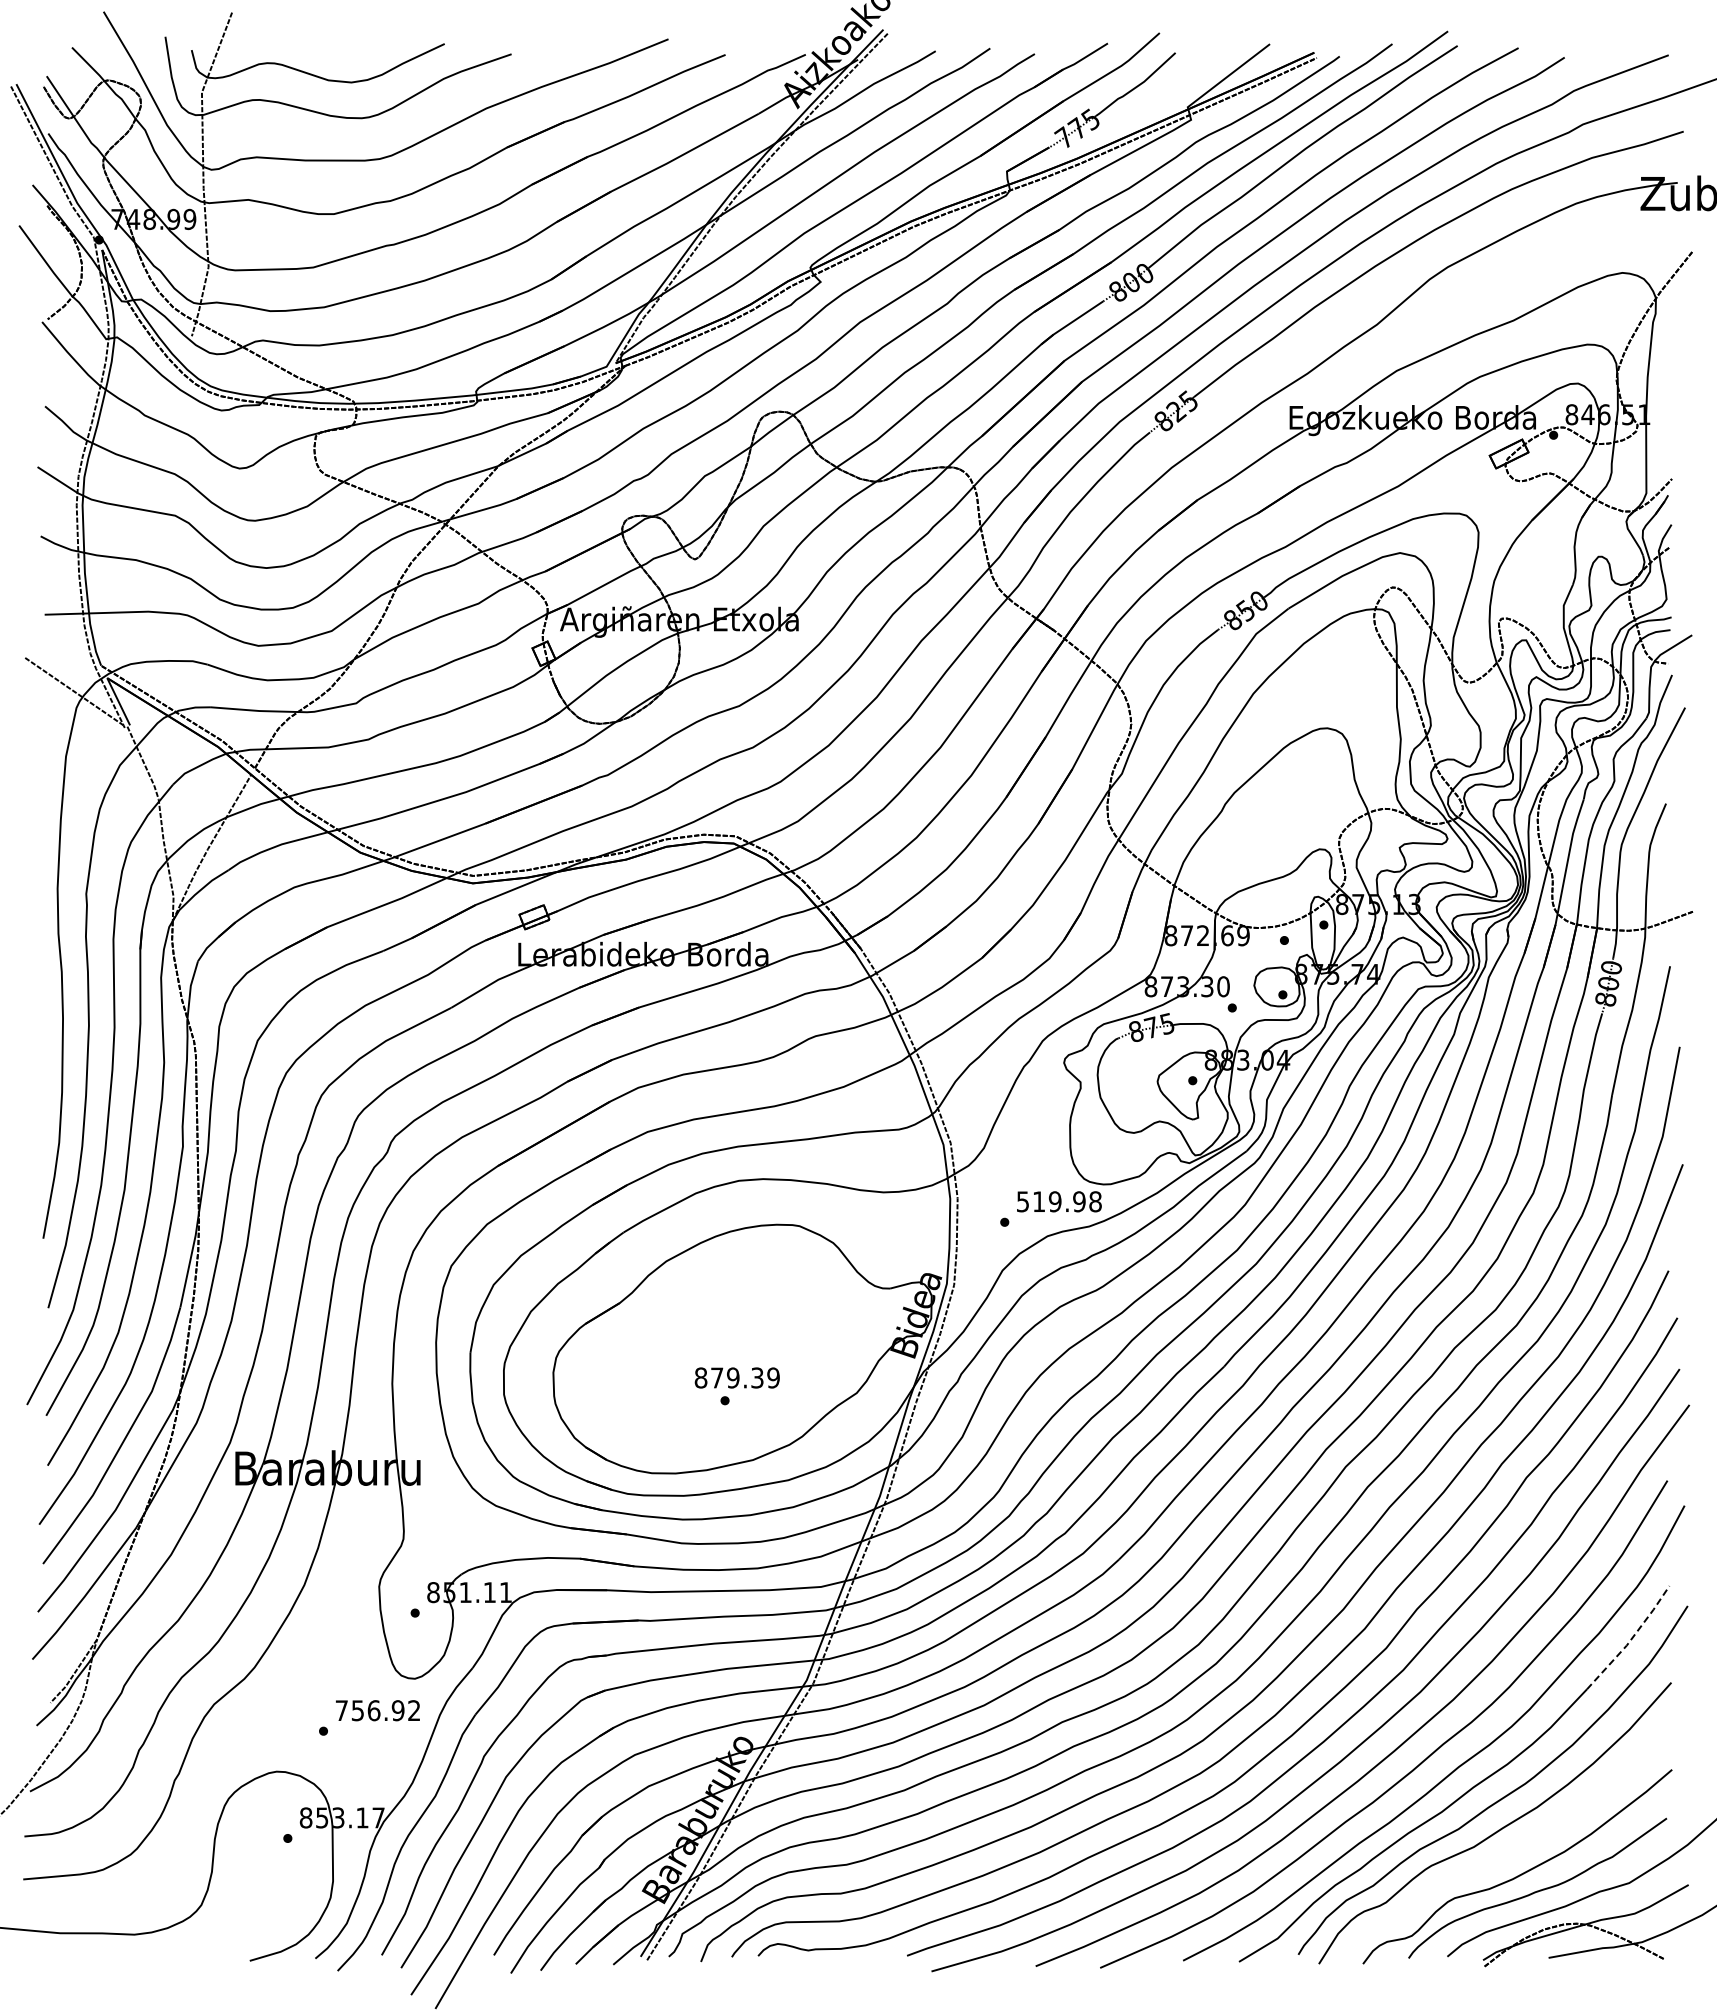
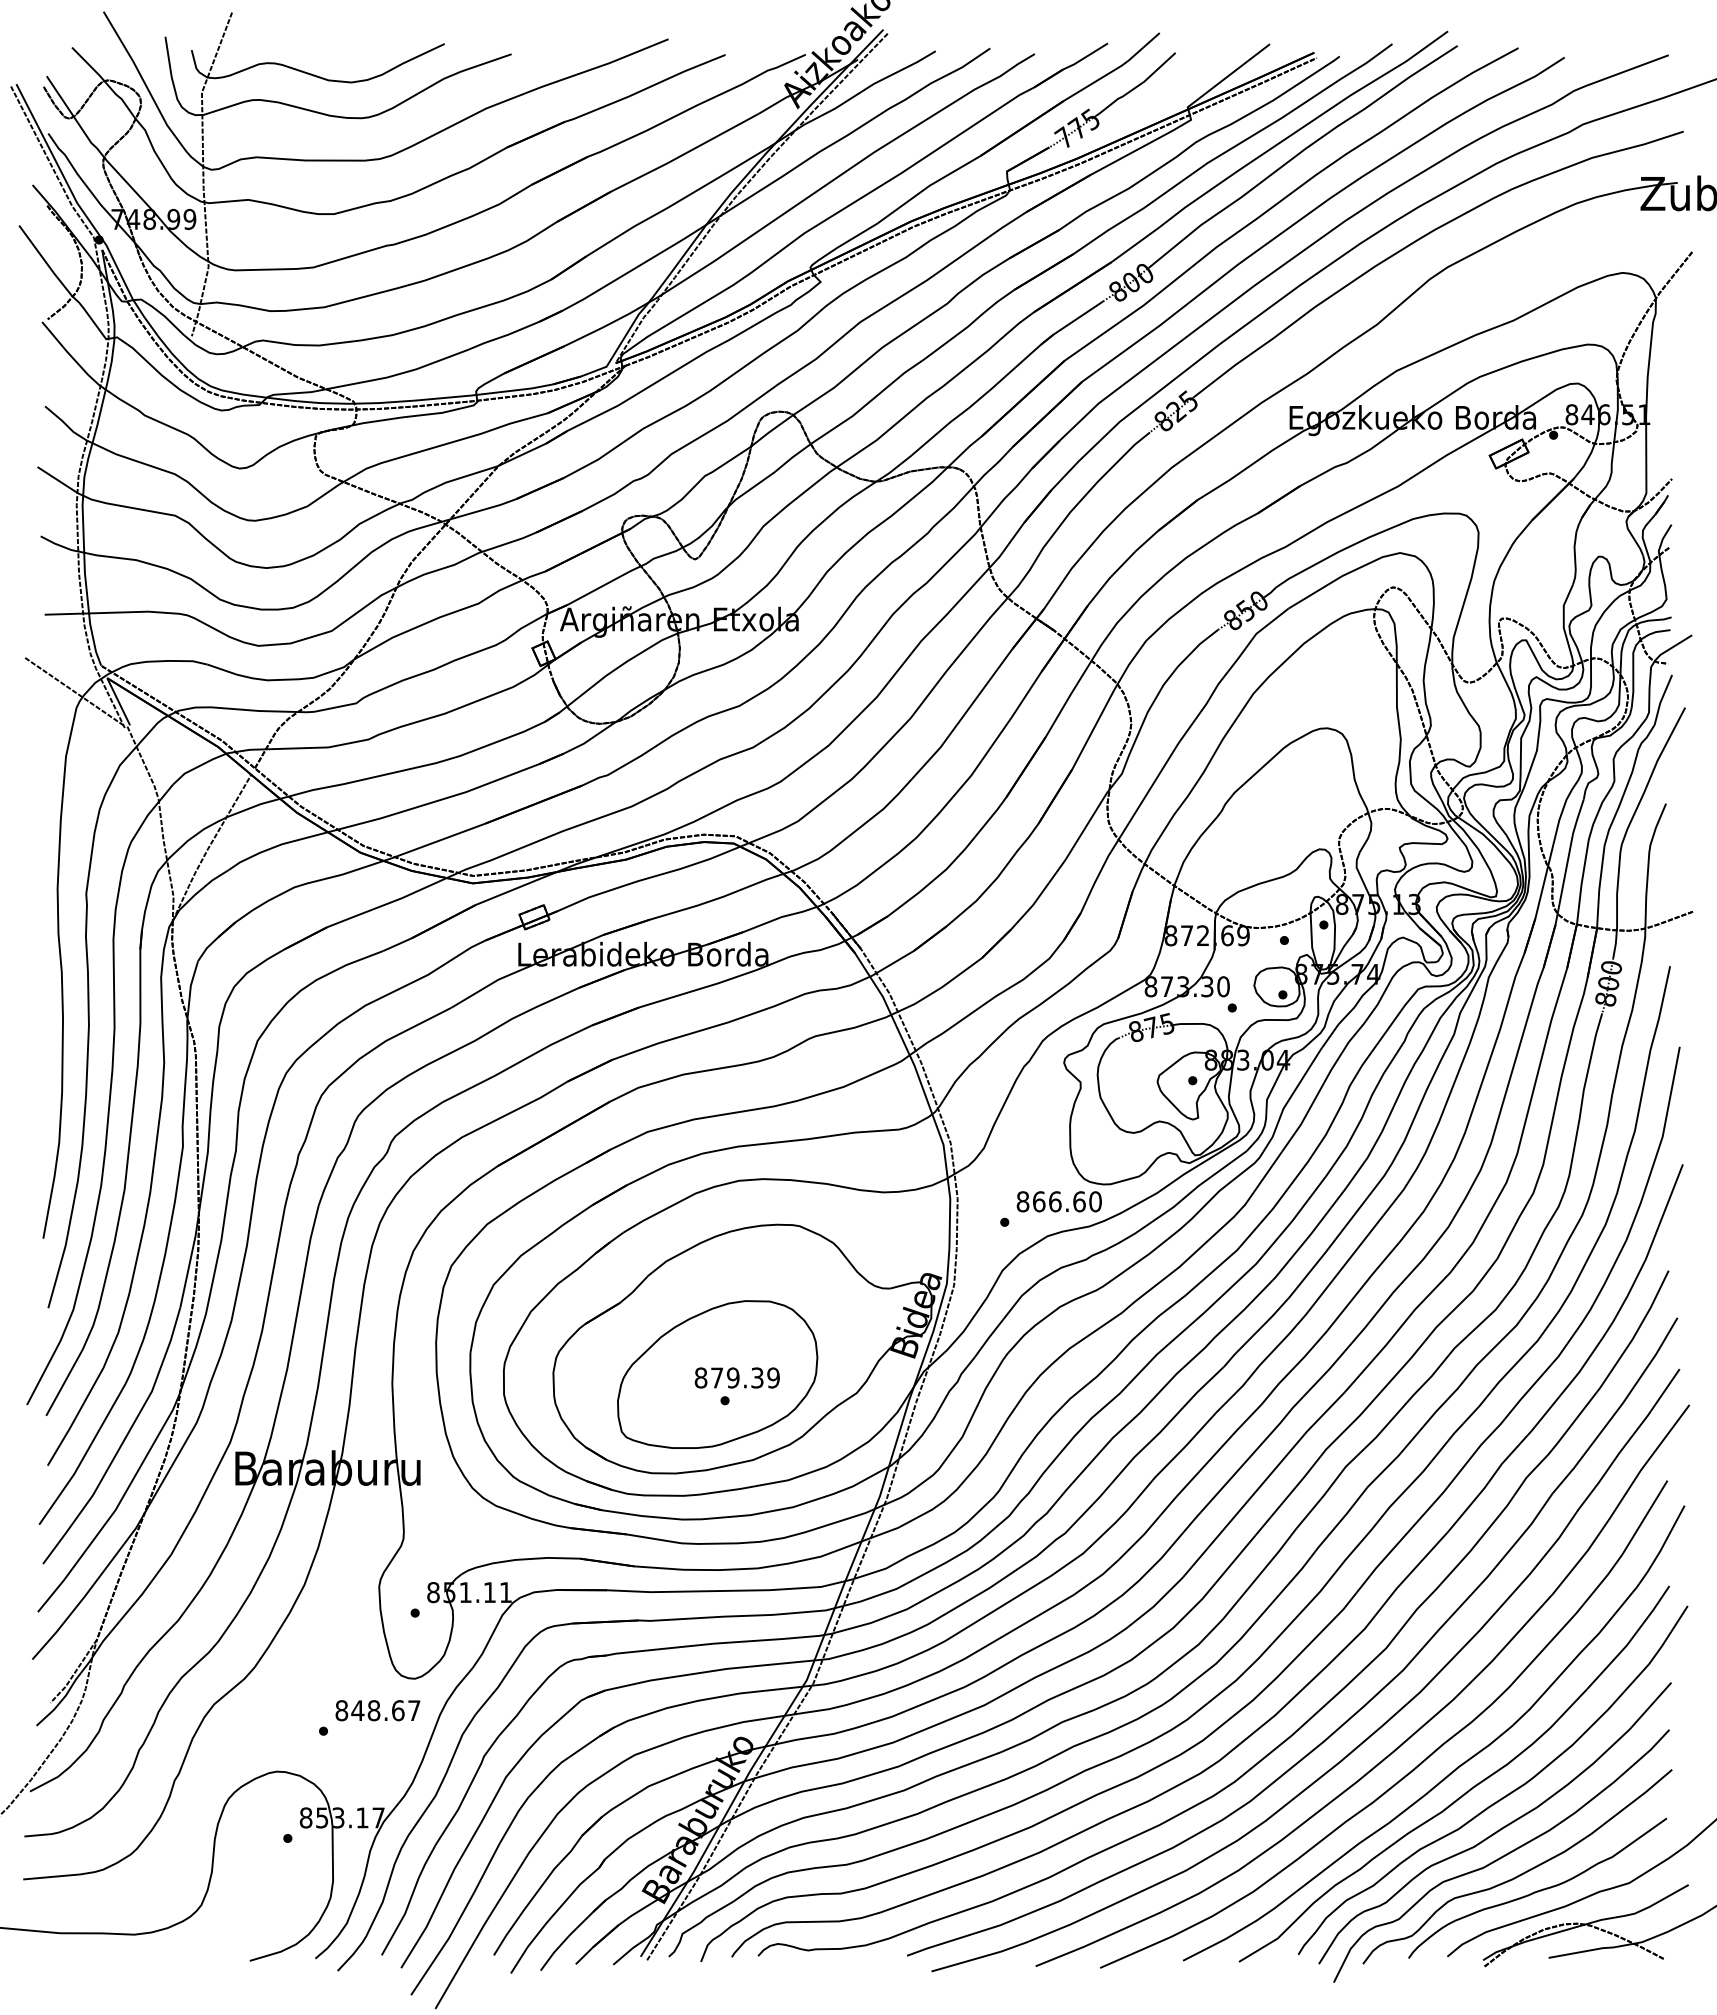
text at (1058, 1201): 519.98 -> 866.60
part at (717, 1374): none -> present
line at (1630, 1640): dashed -> solid
text at (377, 1710): 756.92 -> 848.67
curve at (1502, 1855): none -> present
